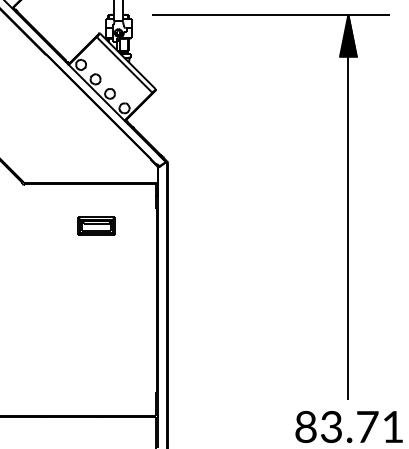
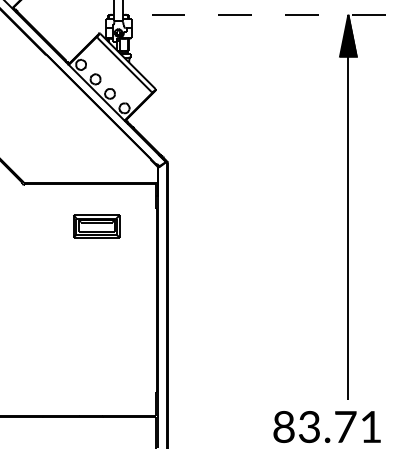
line at (271, 14): solid -> dashed
part at (96, 225) size: 39x20 px -> 48x25 px
text at (348, 426) position: (348, 426) -> (326, 426)
